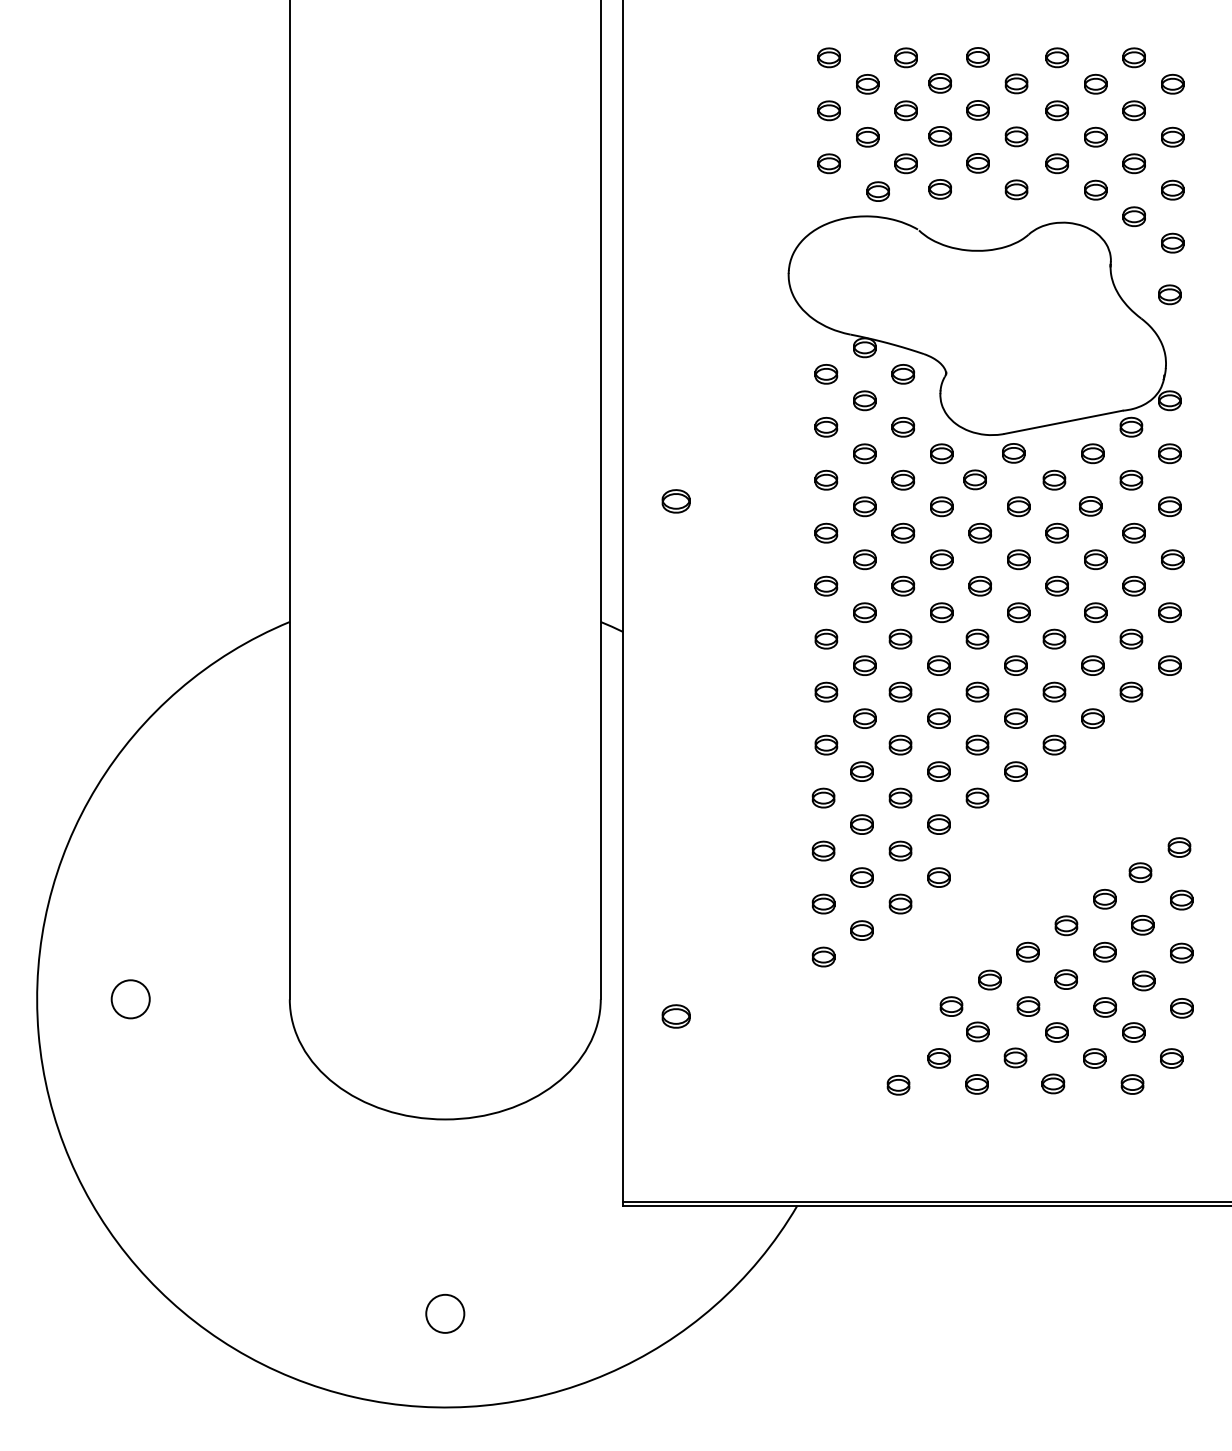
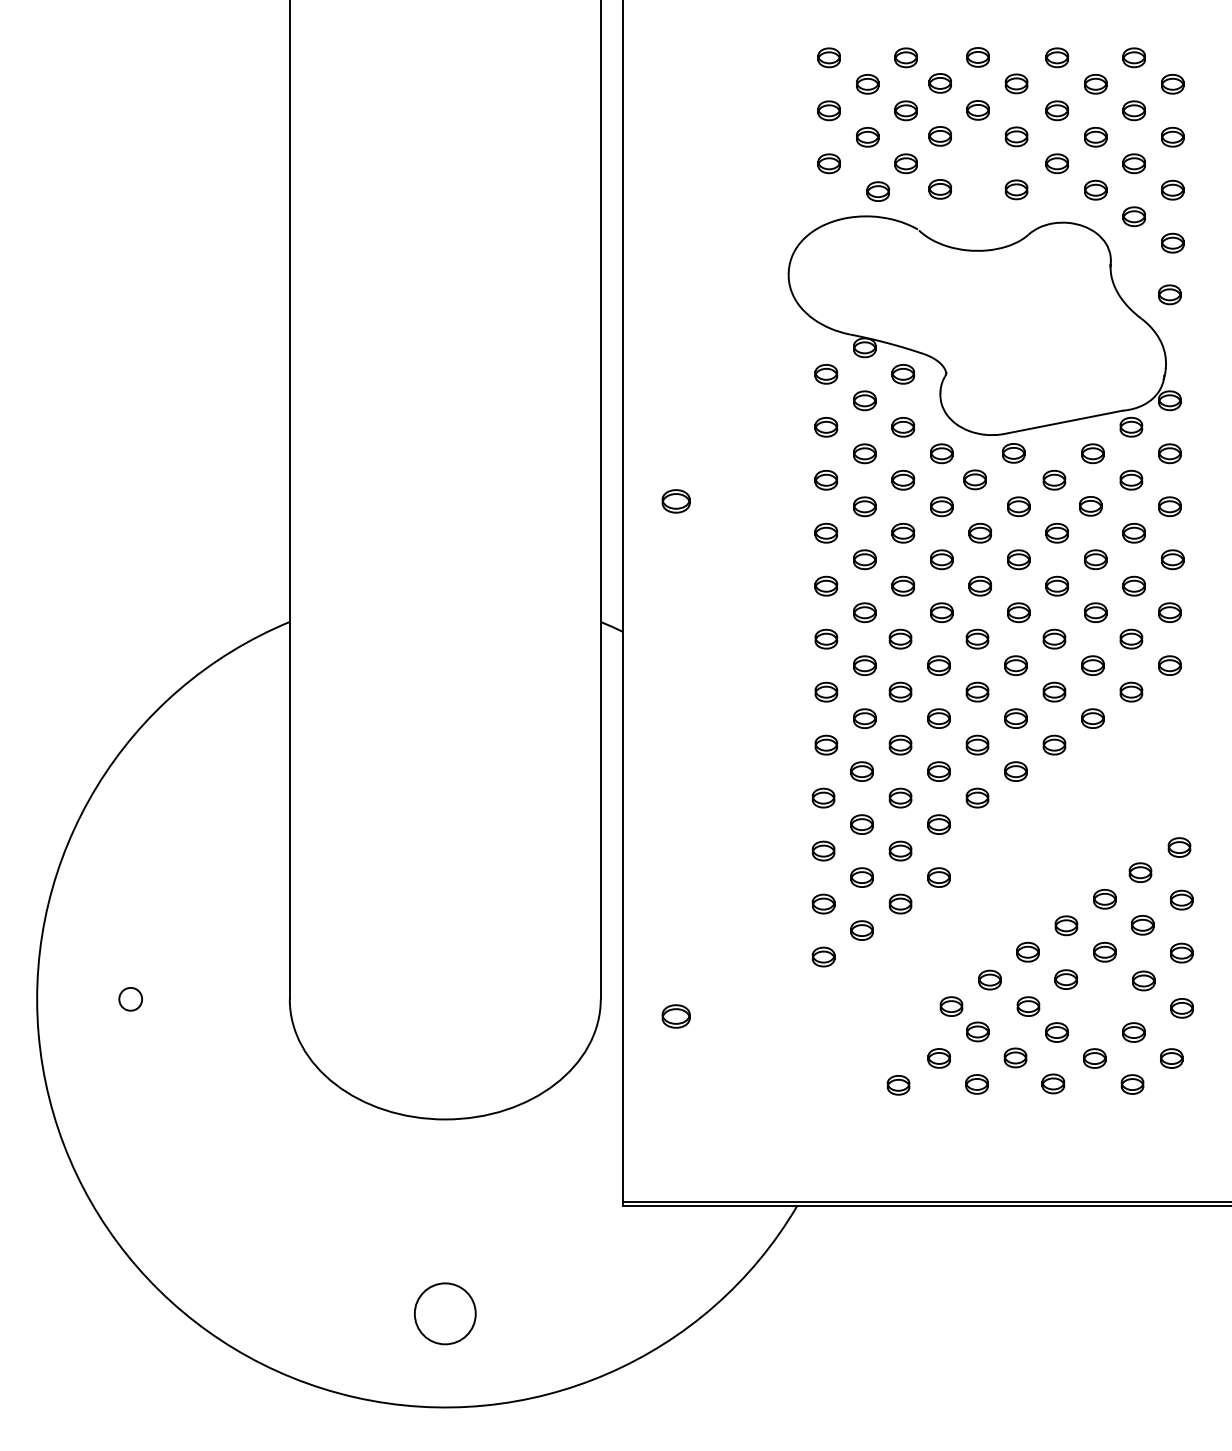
part at (977, 163): present -> none
circle at (130, 999) diameter: 38 px -> 23 px
part at (1104, 1007): present -> none
circle at (445, 1313) diameter: 38 px -> 61 px
